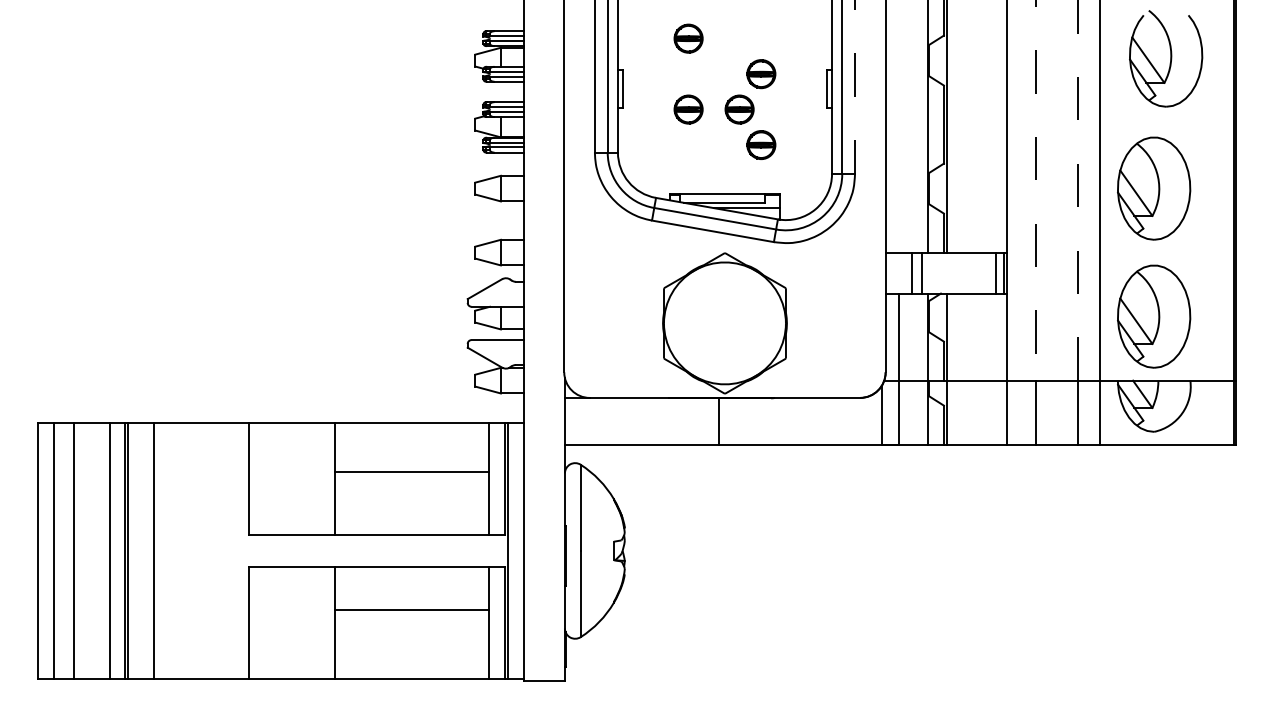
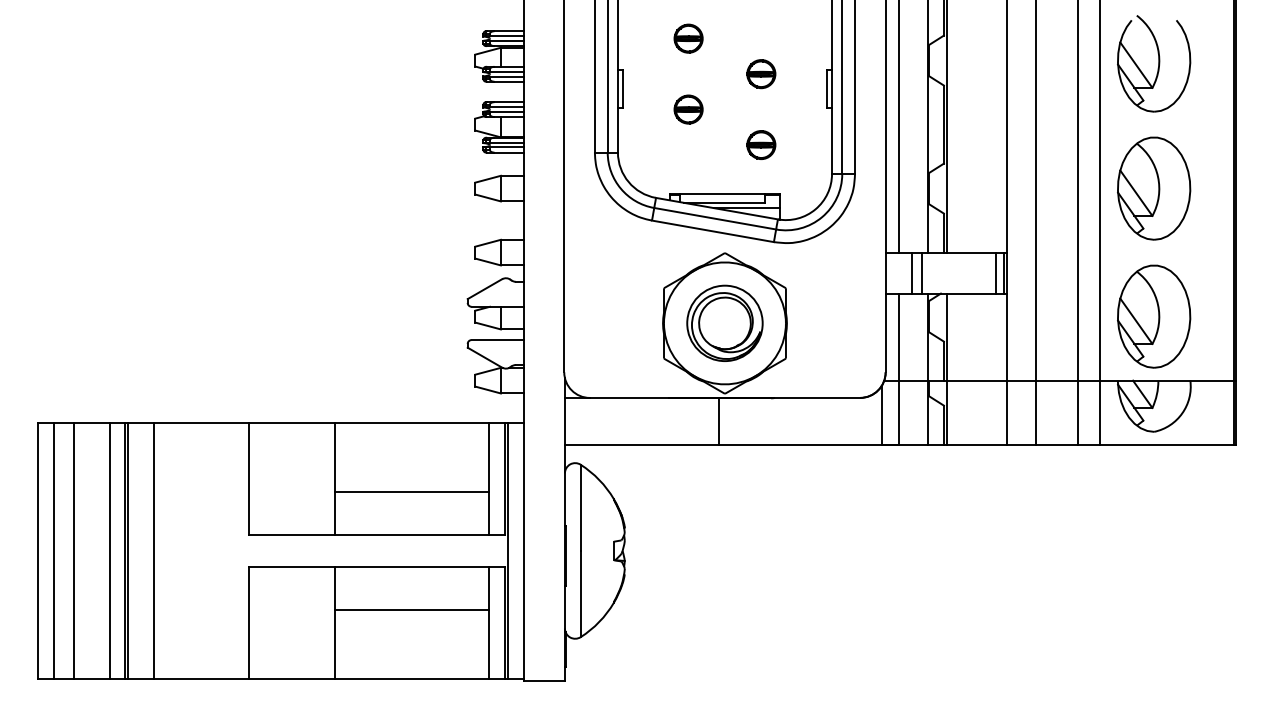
part at (1166, 58) position: (1166, 58) -> (1154, 63)
line at (855, 87): dashed -> solid
part at (739, 109): present -> none
line at (898, 127): none -> present
line at (1036, 190): dashed -> solid
line at (1078, 190): dashed -> solid
part at (724, 322): none -> present
line at (411, 471) position: (411, 471) -> (411, 491)
